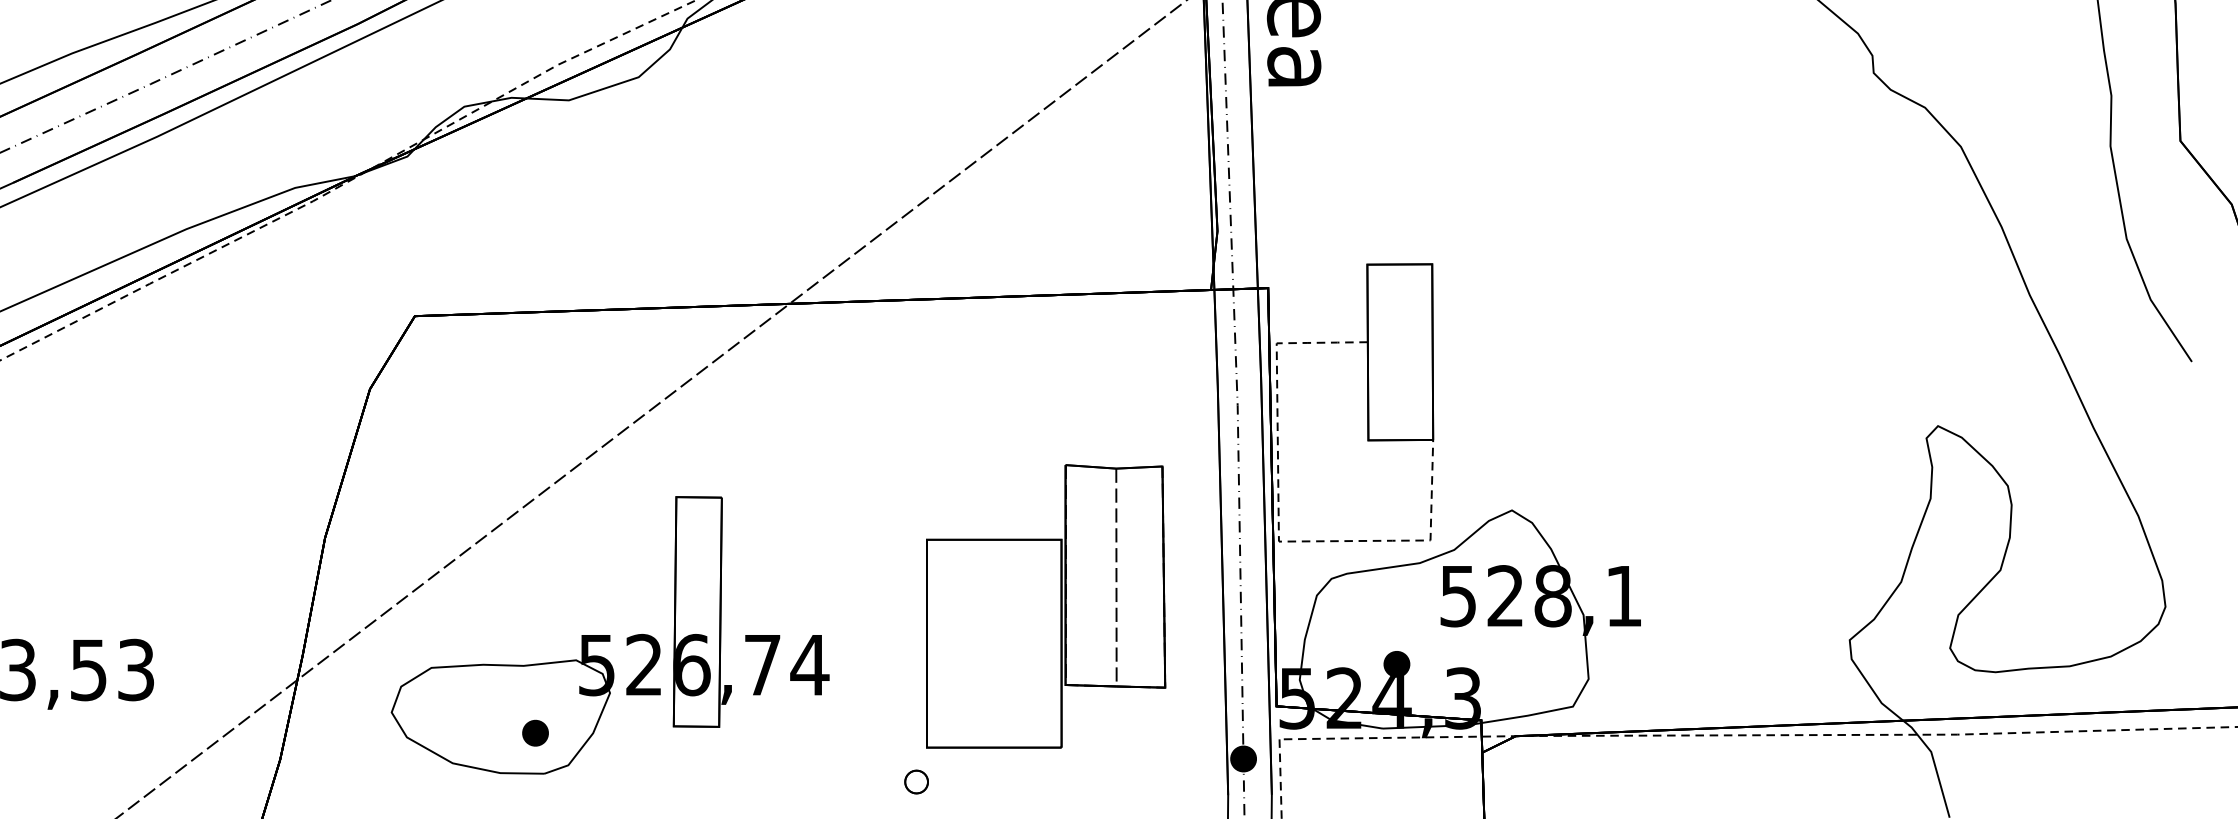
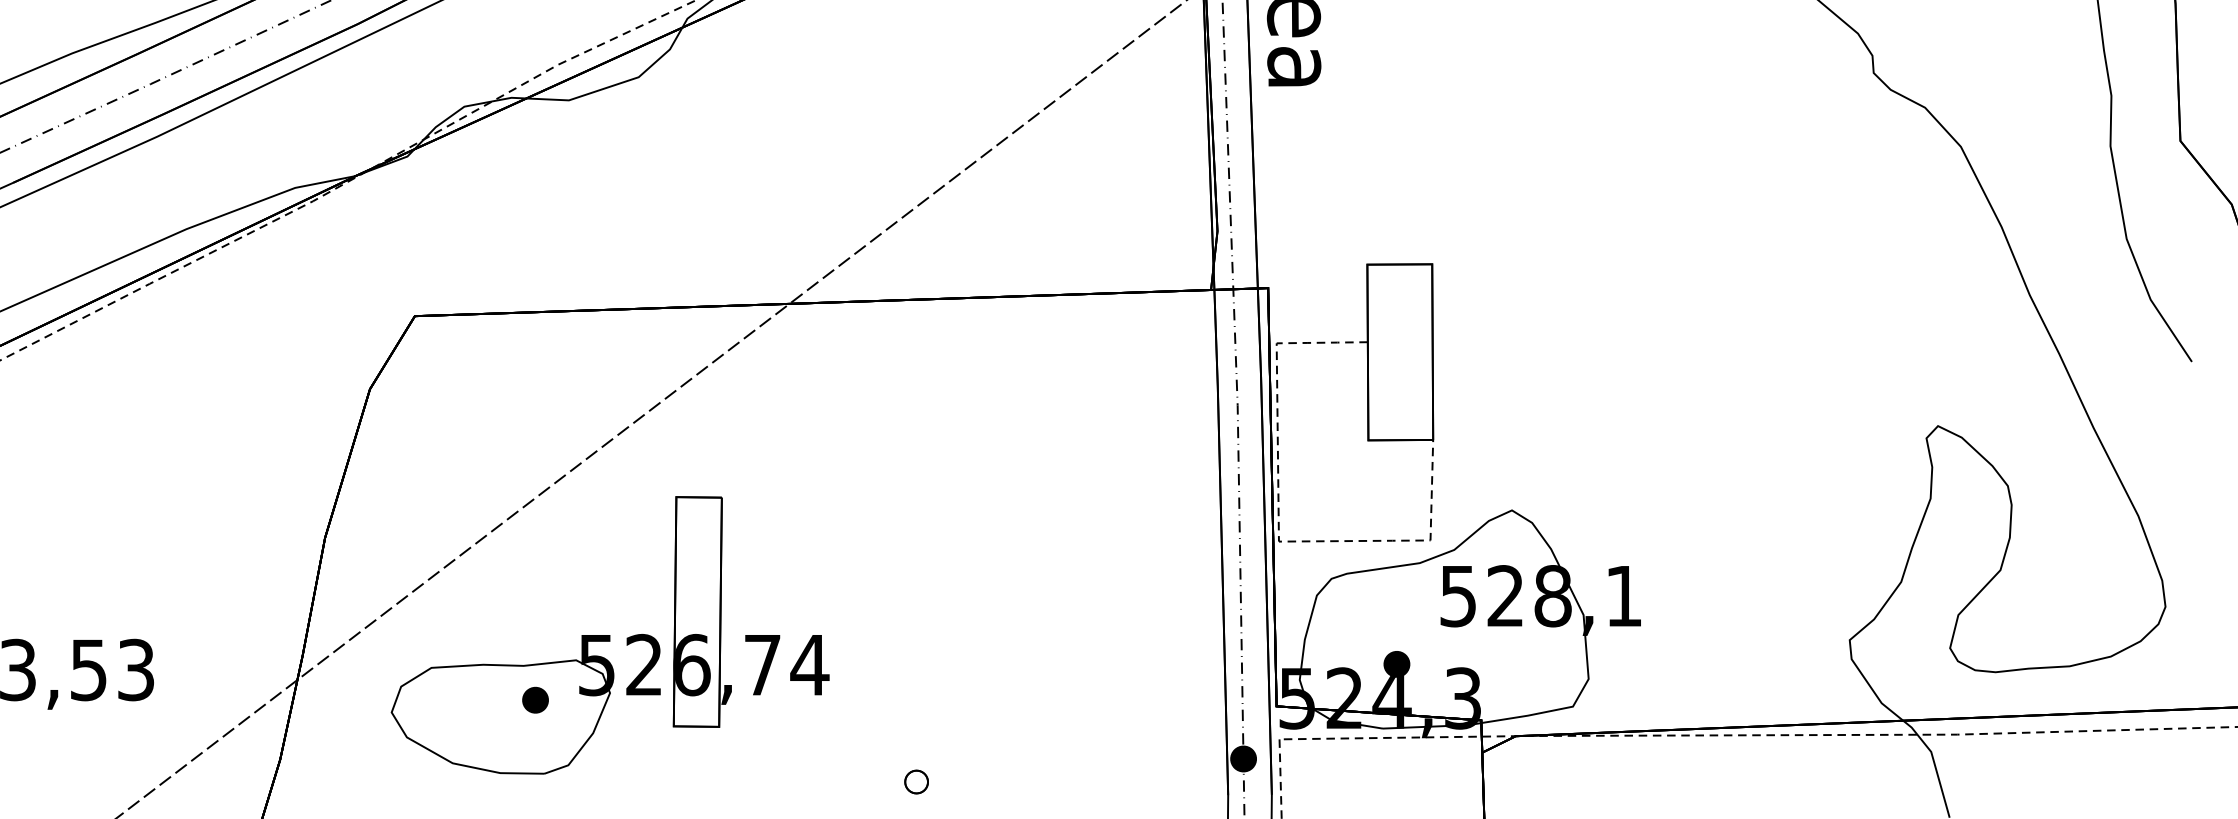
part at (1046, 606): present -> none
part at (535, 732) position: (535, 732) -> (535, 699)
